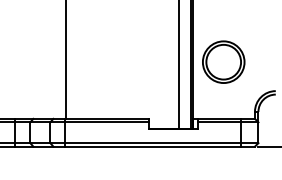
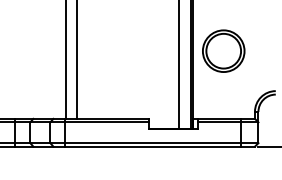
line at (77, 60): none -> present
part at (223, 61) position: (223, 61) -> (223, 50)
